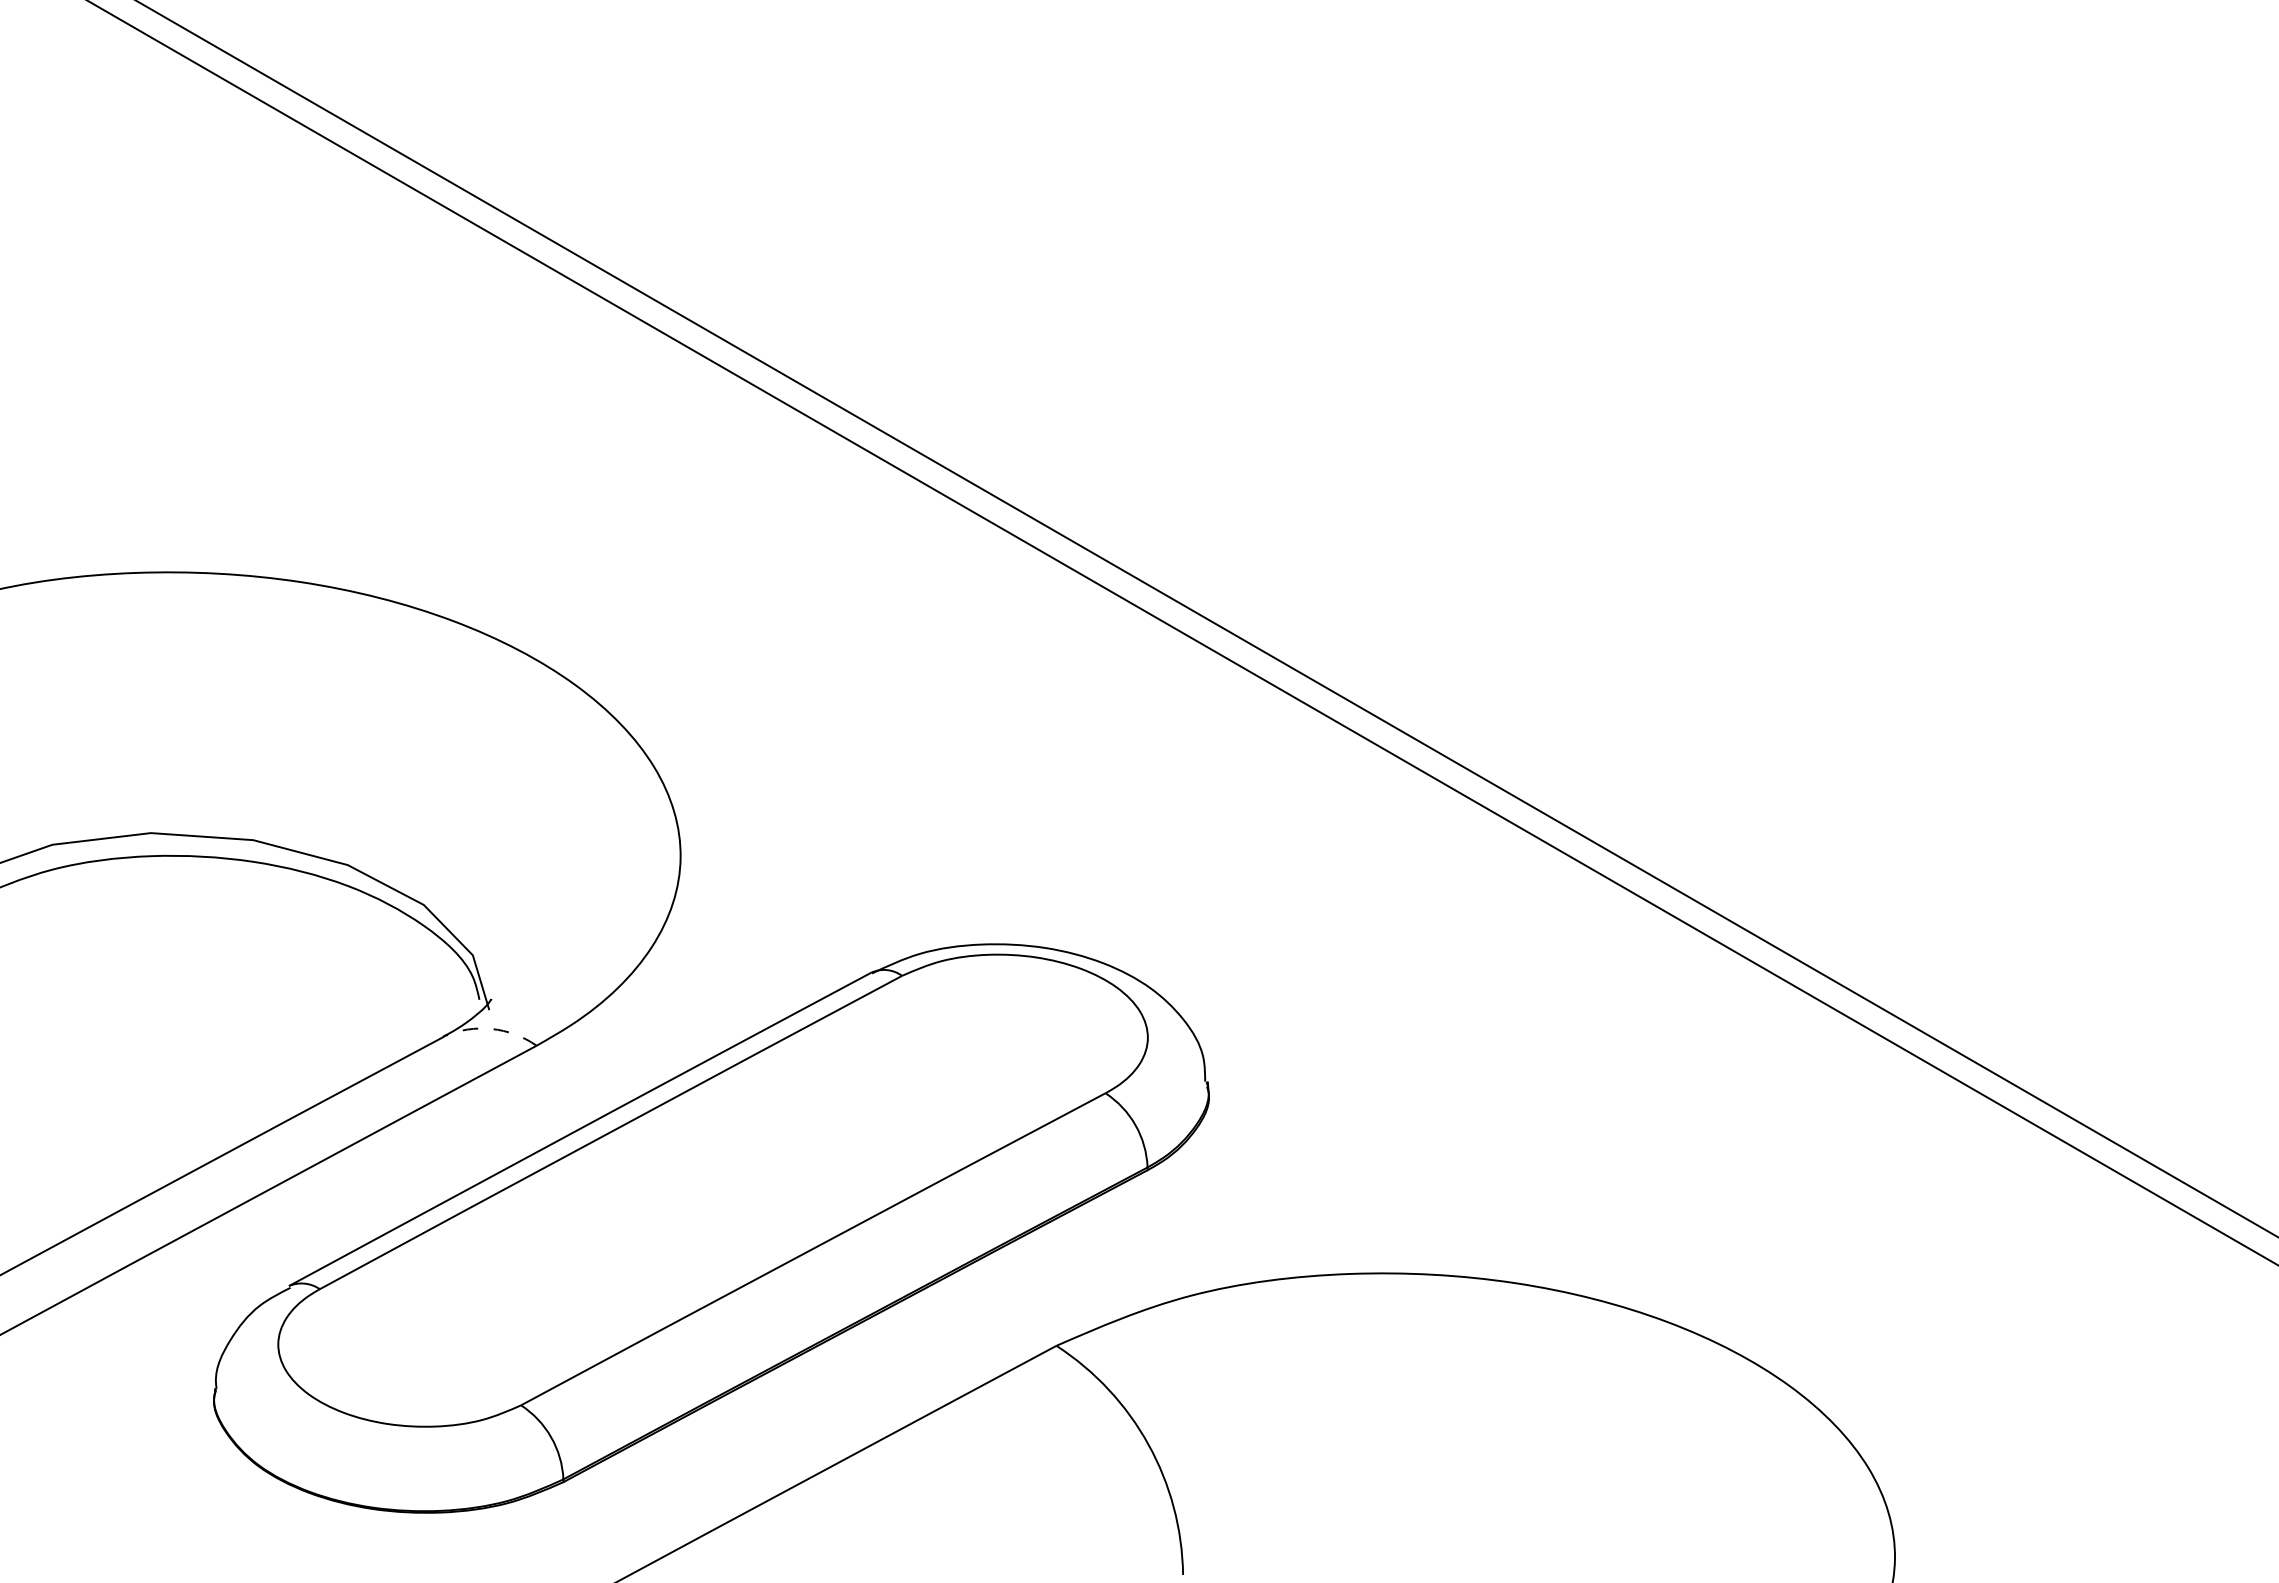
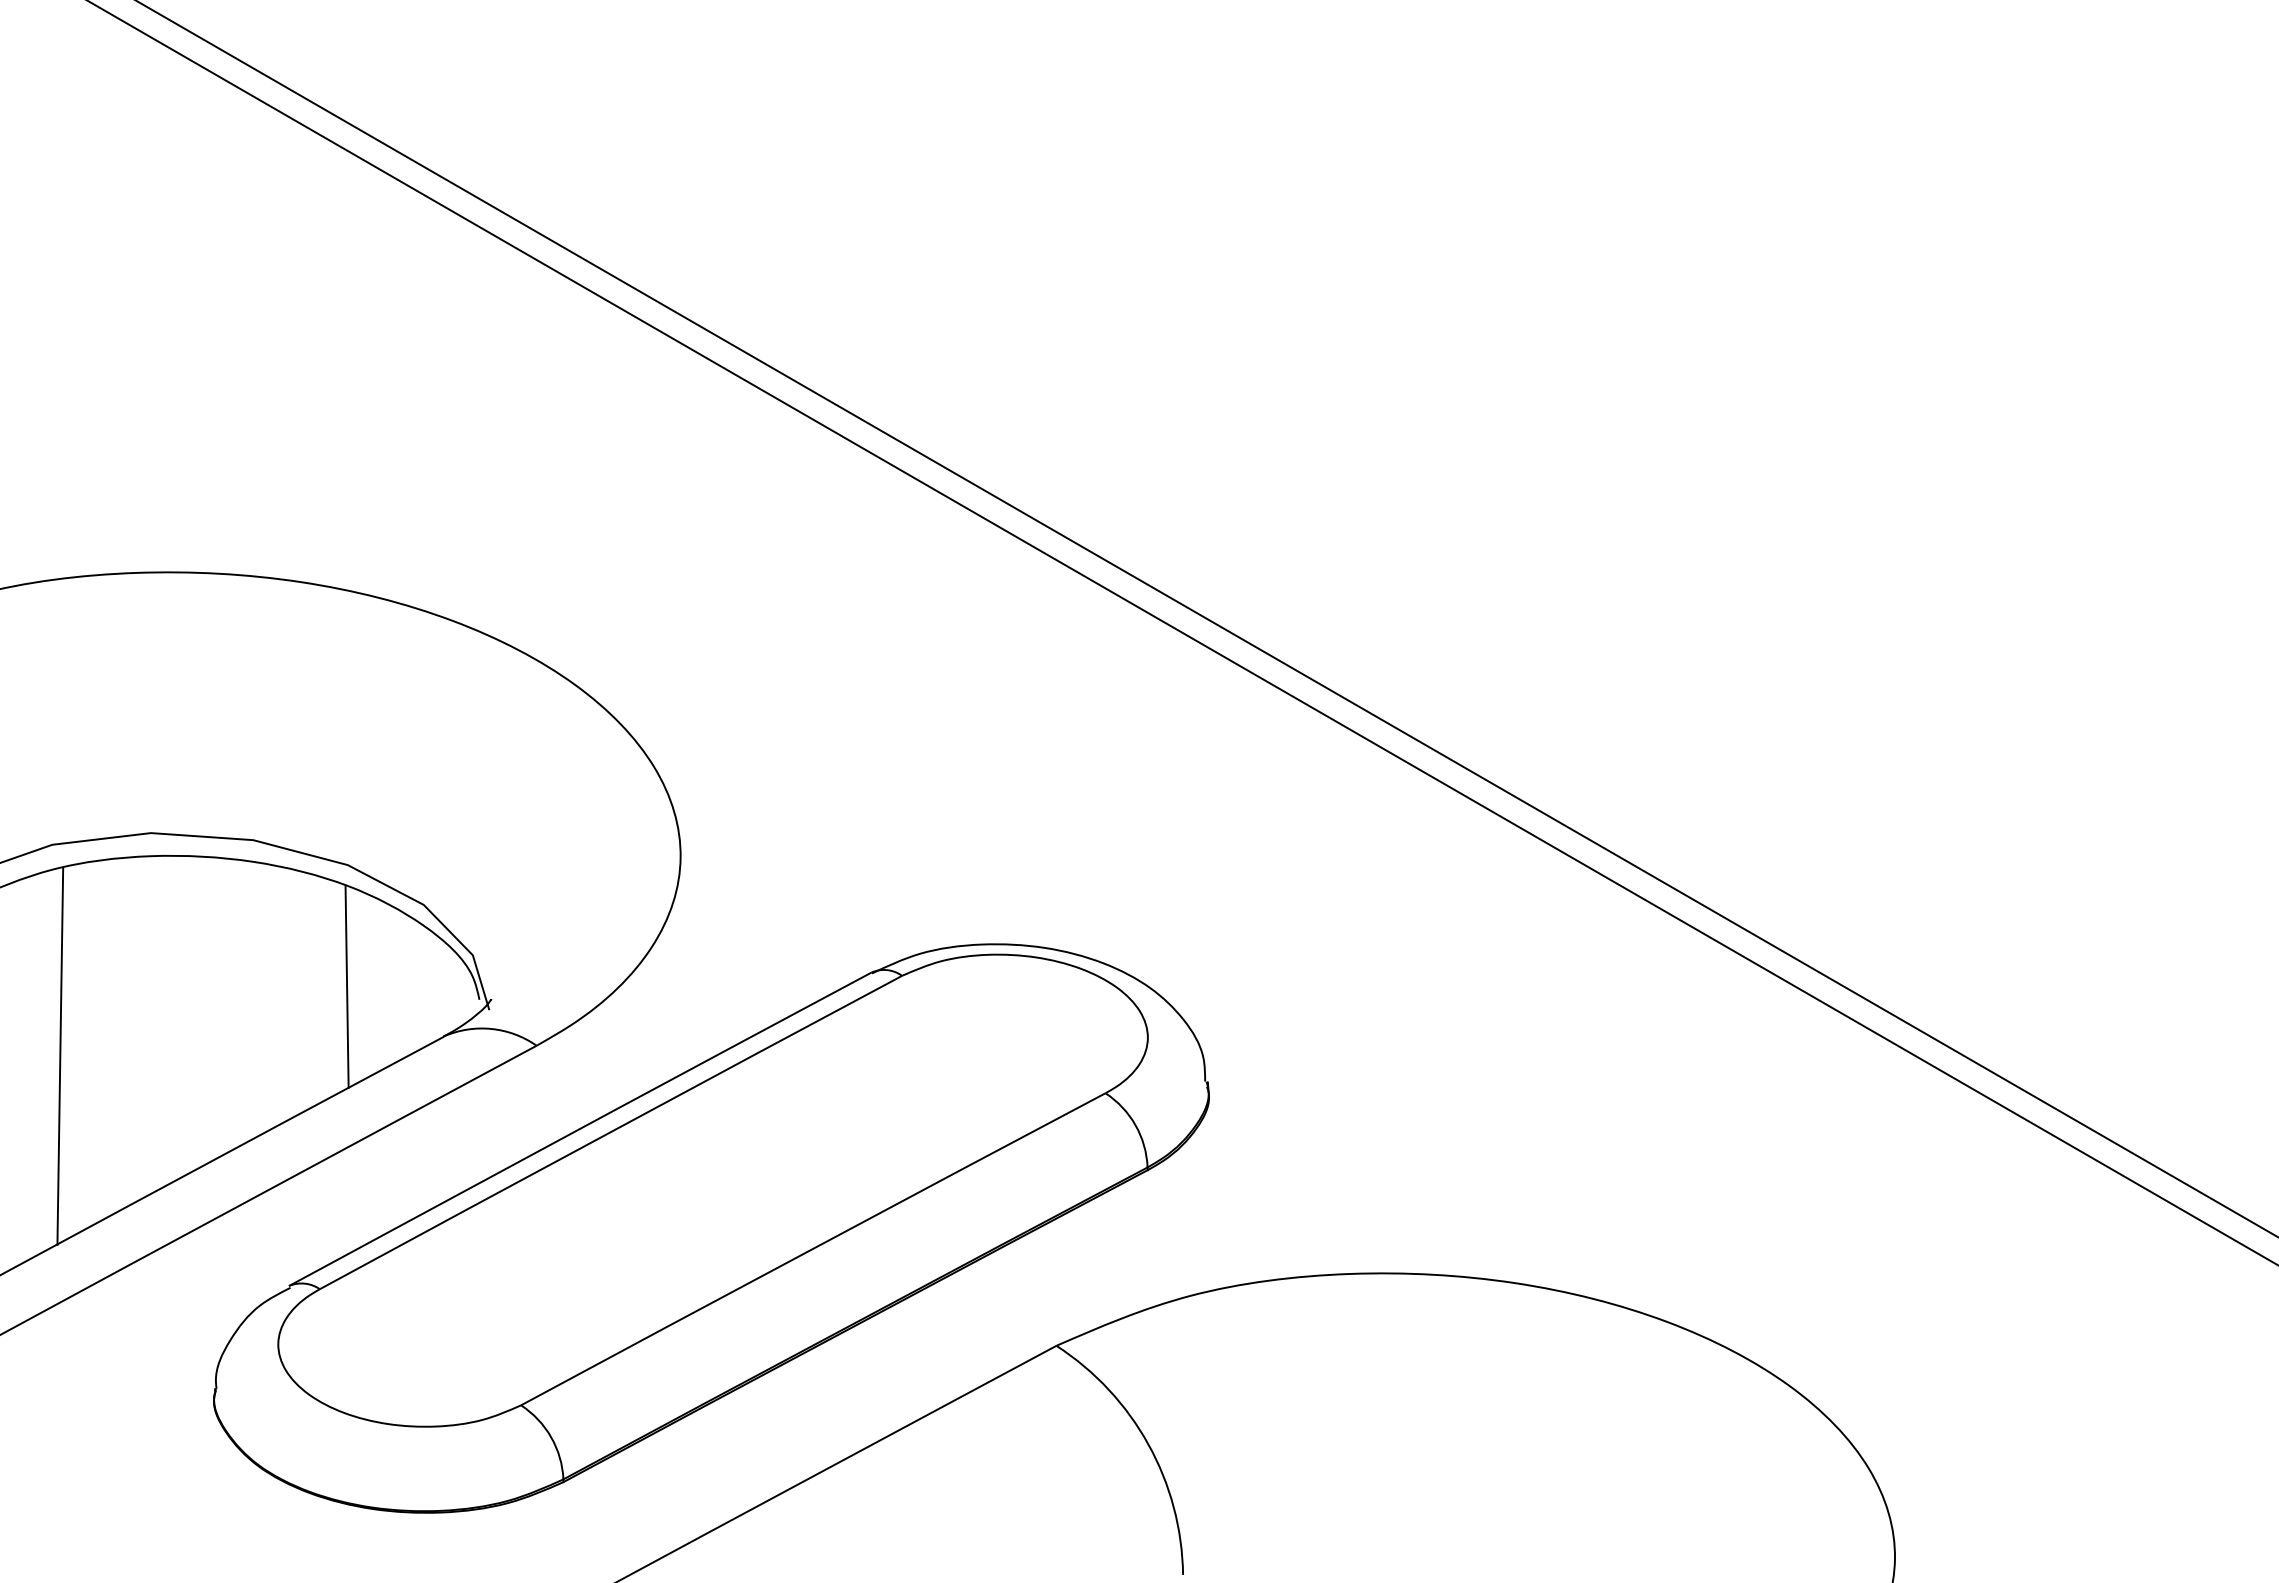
line at (346, 986): none -> present
arc at (491, 1028): dashed -> solid
line at (60, 1056): none -> present
